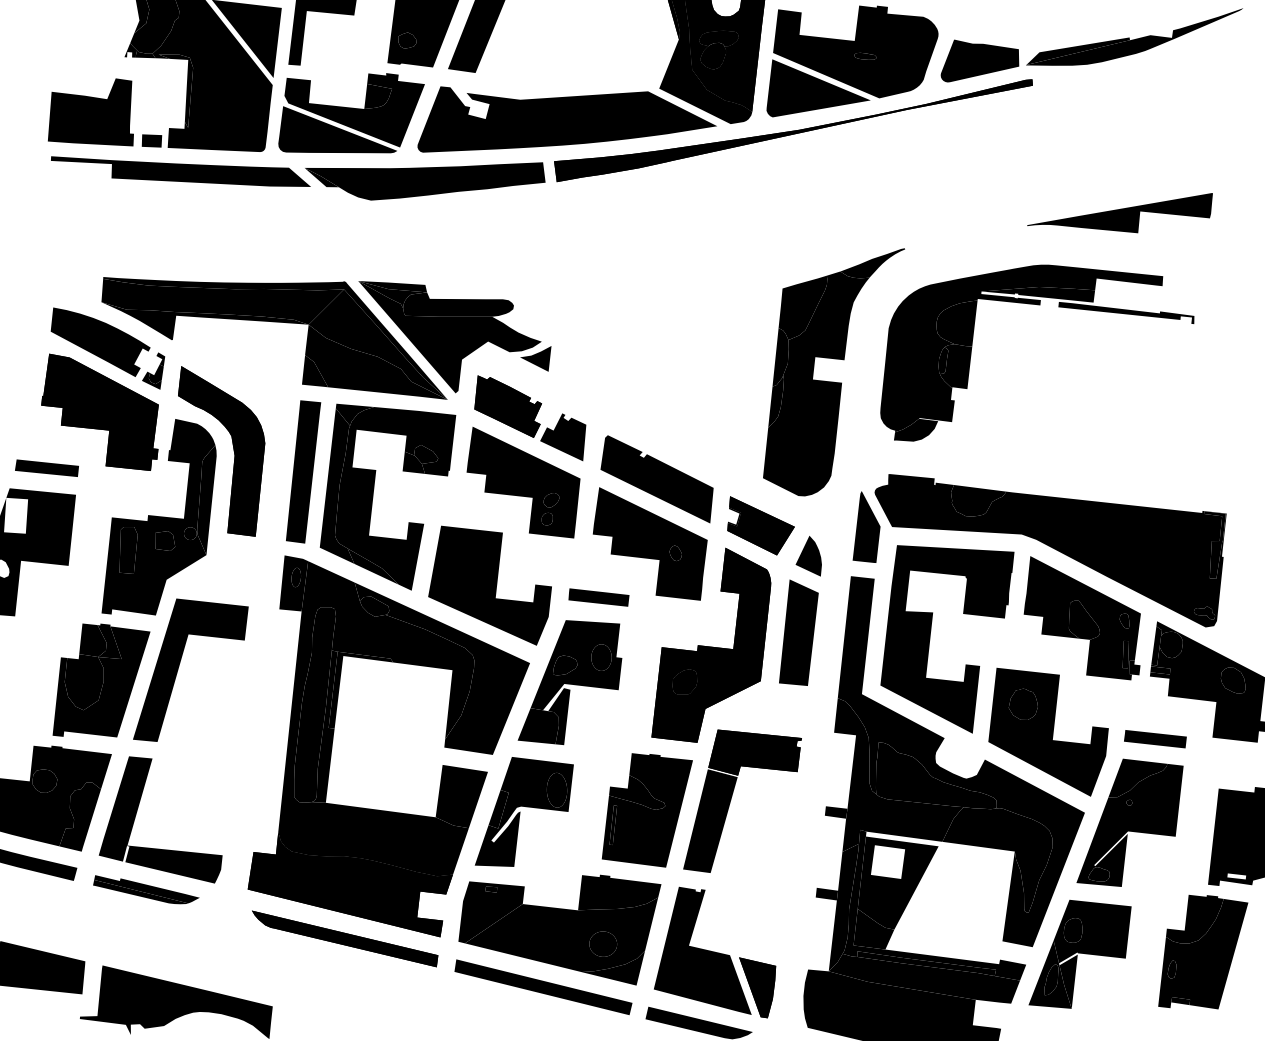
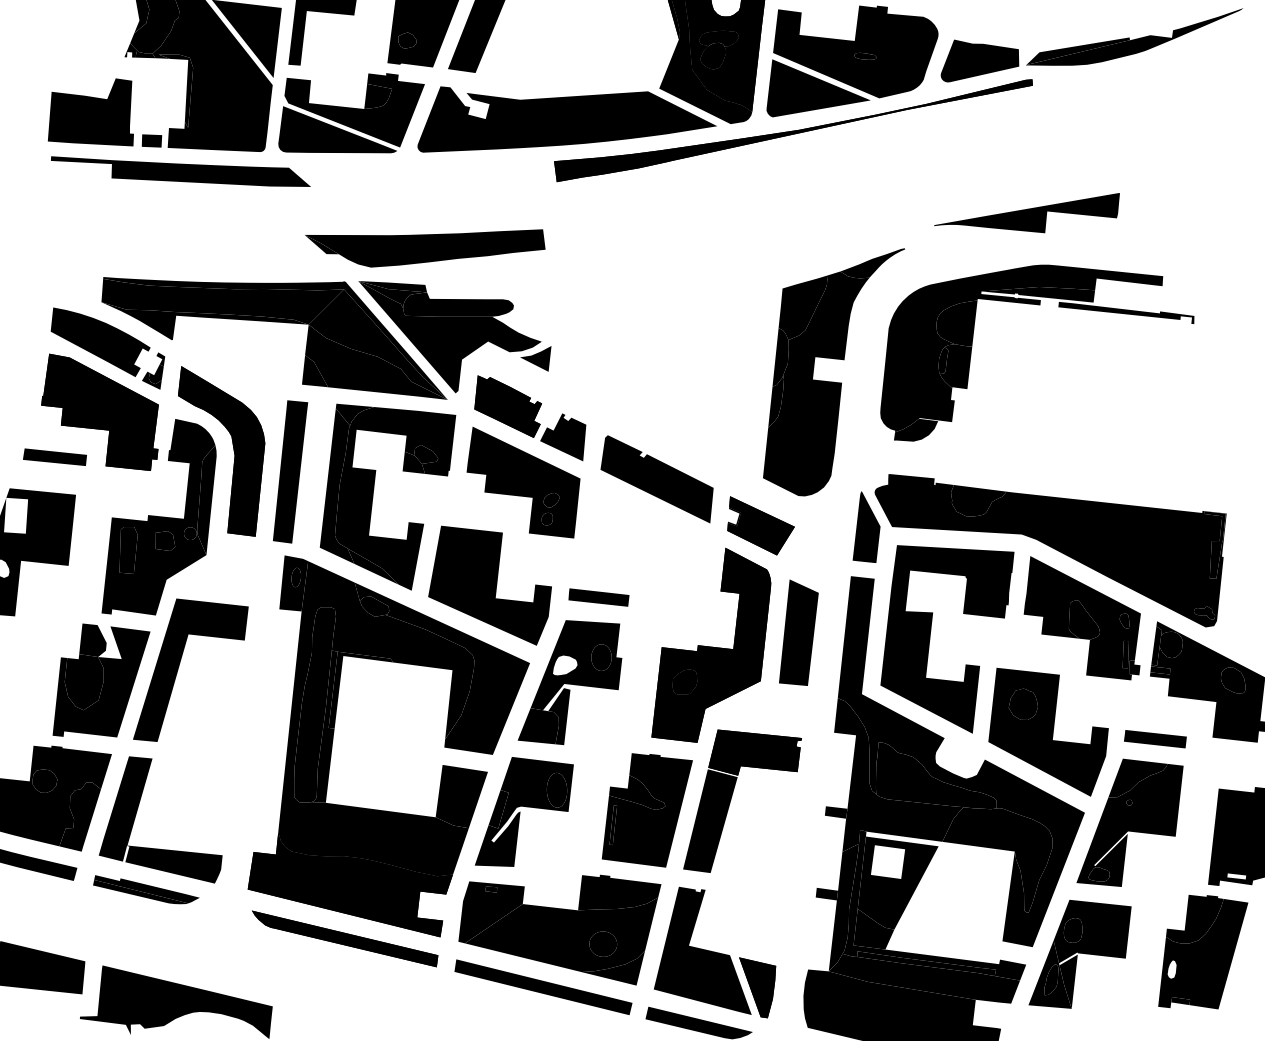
part at (425, 181) position: (425, 181) -> (425, 248)
part at (1119, 213) position: (1119, 213) -> (1026, 213)
part at (46, 467) position: (46, 467) -> (54, 456)
part at (303, 471) position: (303, 471) -> (290, 471)
part at (649, 543): present -> none
part at (808, 556): present -> none
fill at (109, 641): present -> none
fill at (564, 665): present -> none
fill at (1171, 969): present -> none
